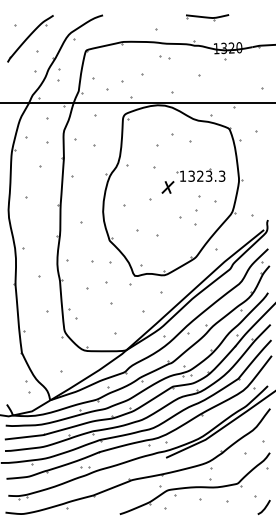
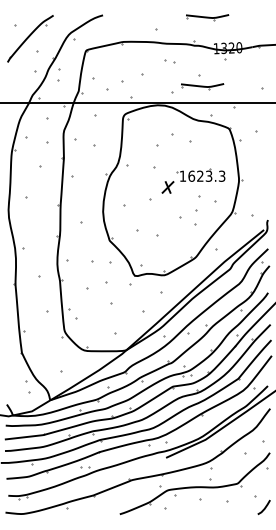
part at (164, 57) position: (164, 57) -> (169, 61)
part at (202, 86): none -> present
text at (191, 175): 1323.3 -> 1623.3
